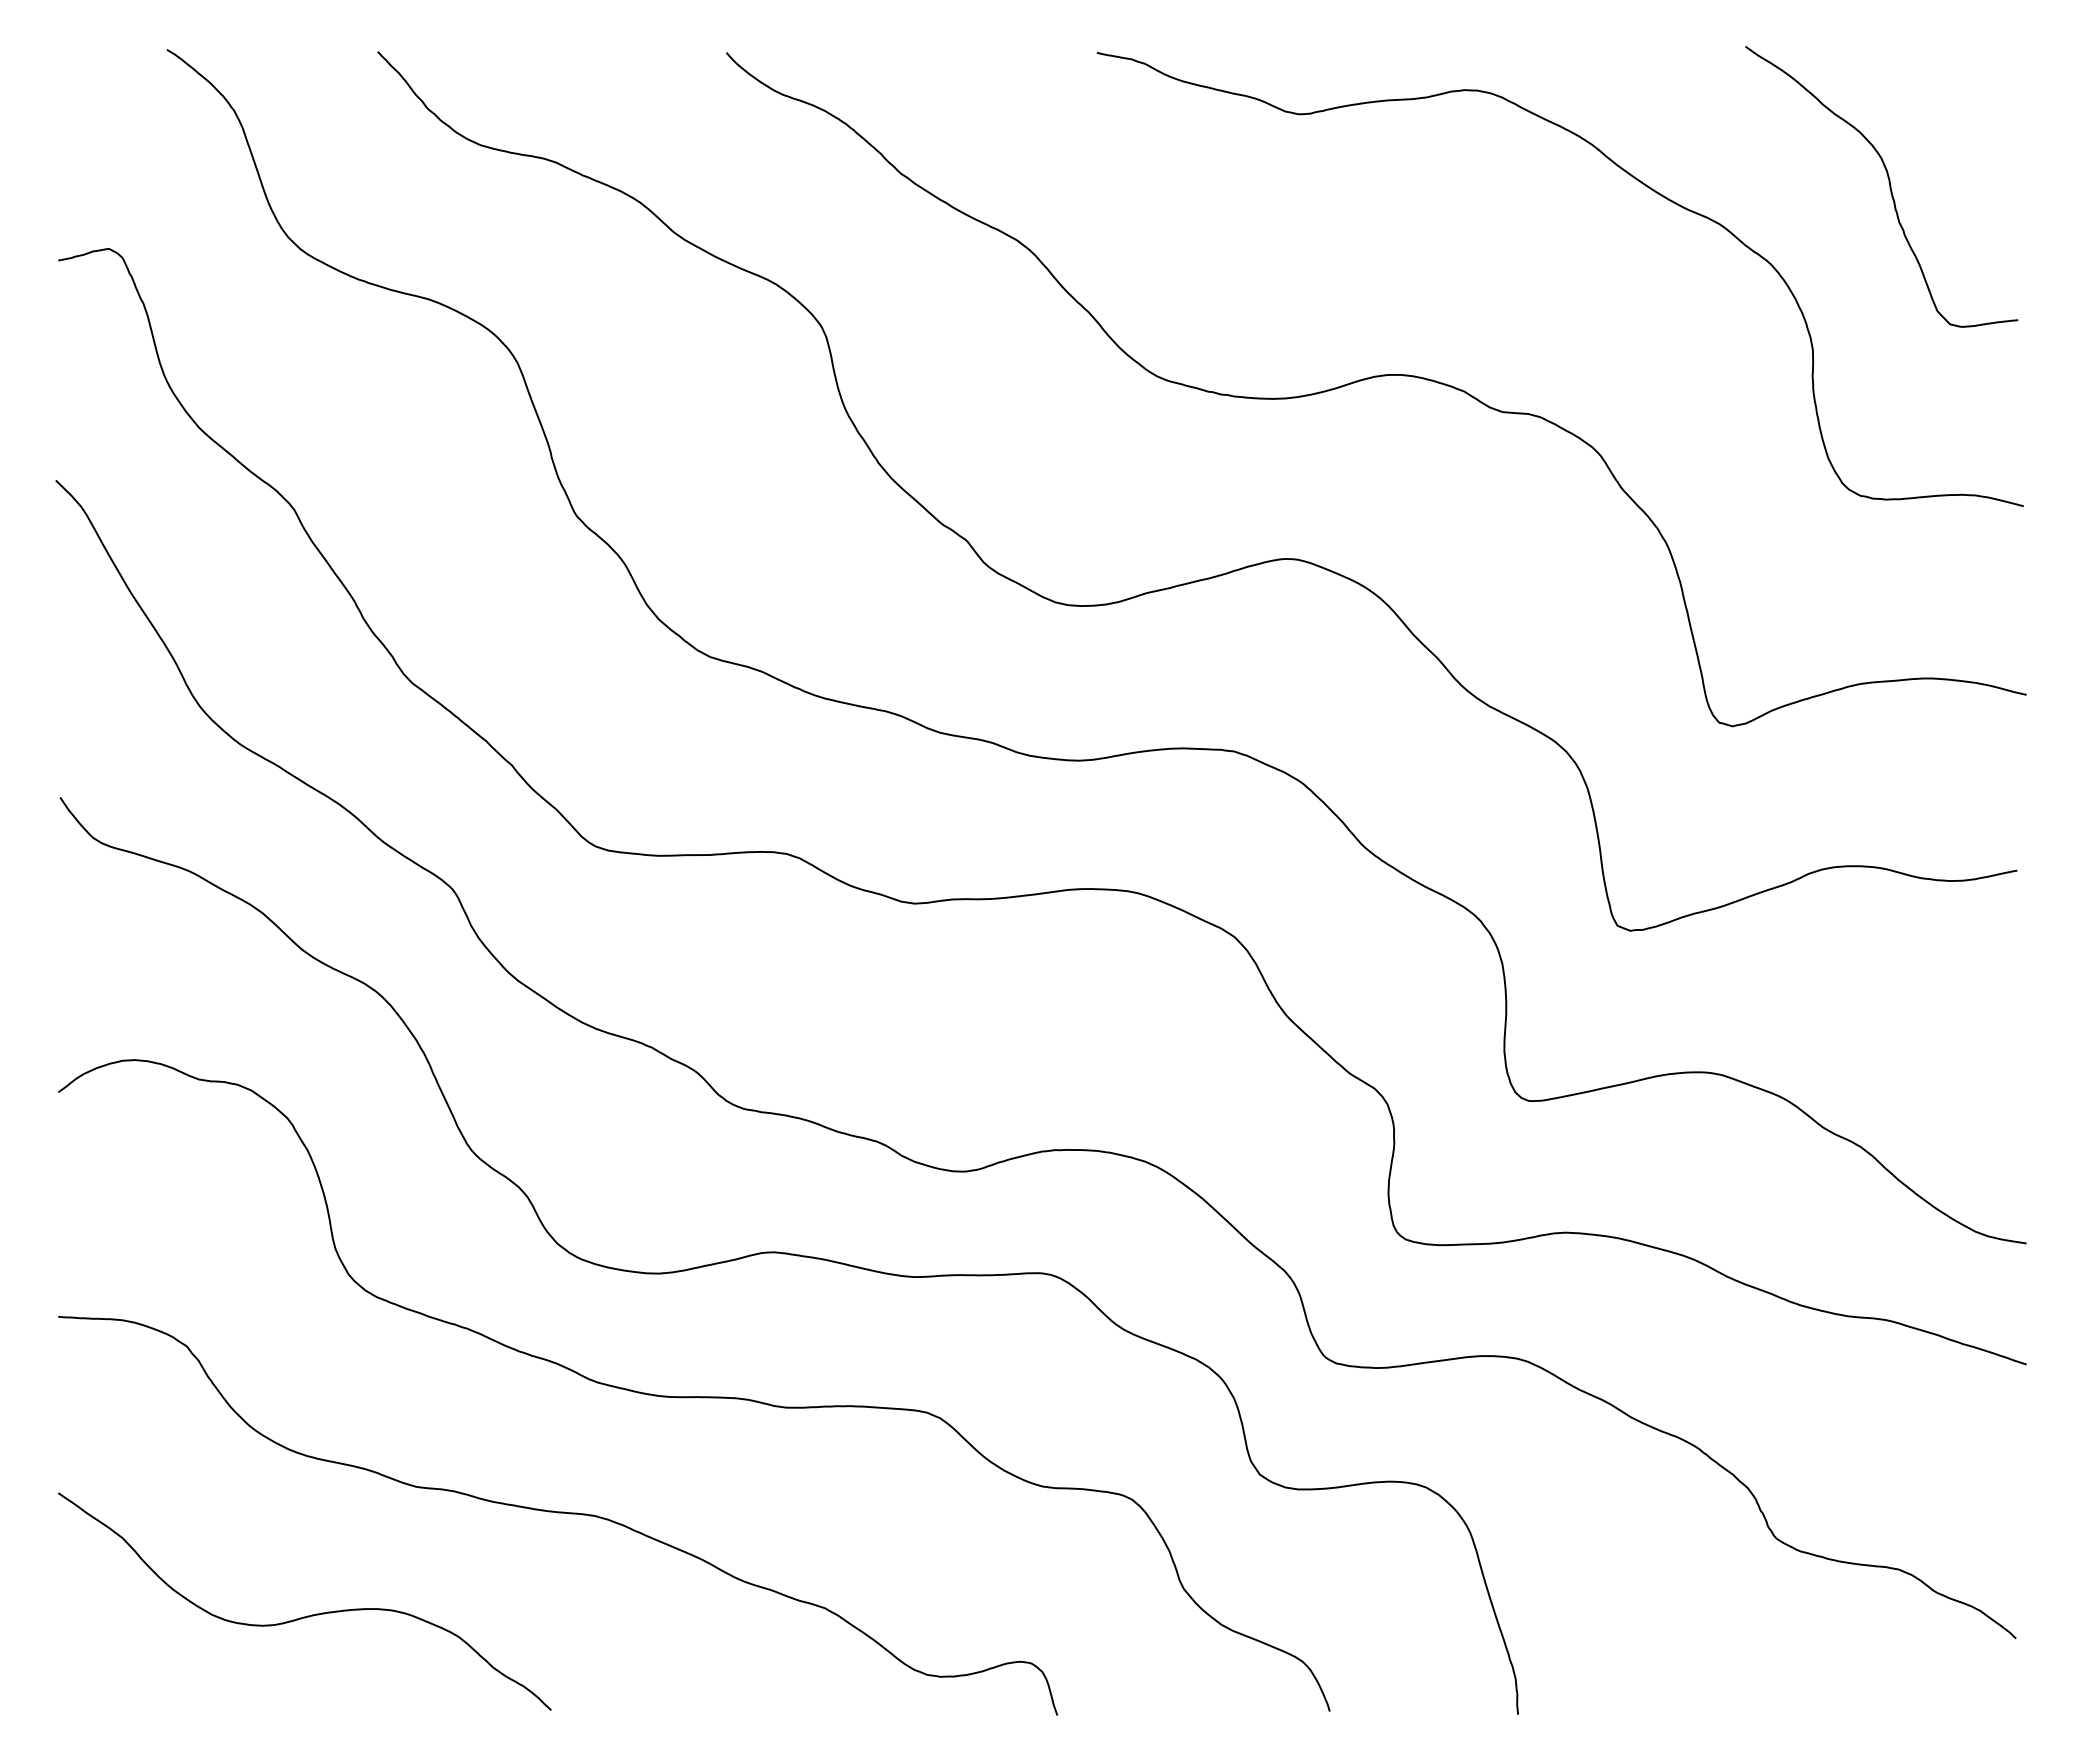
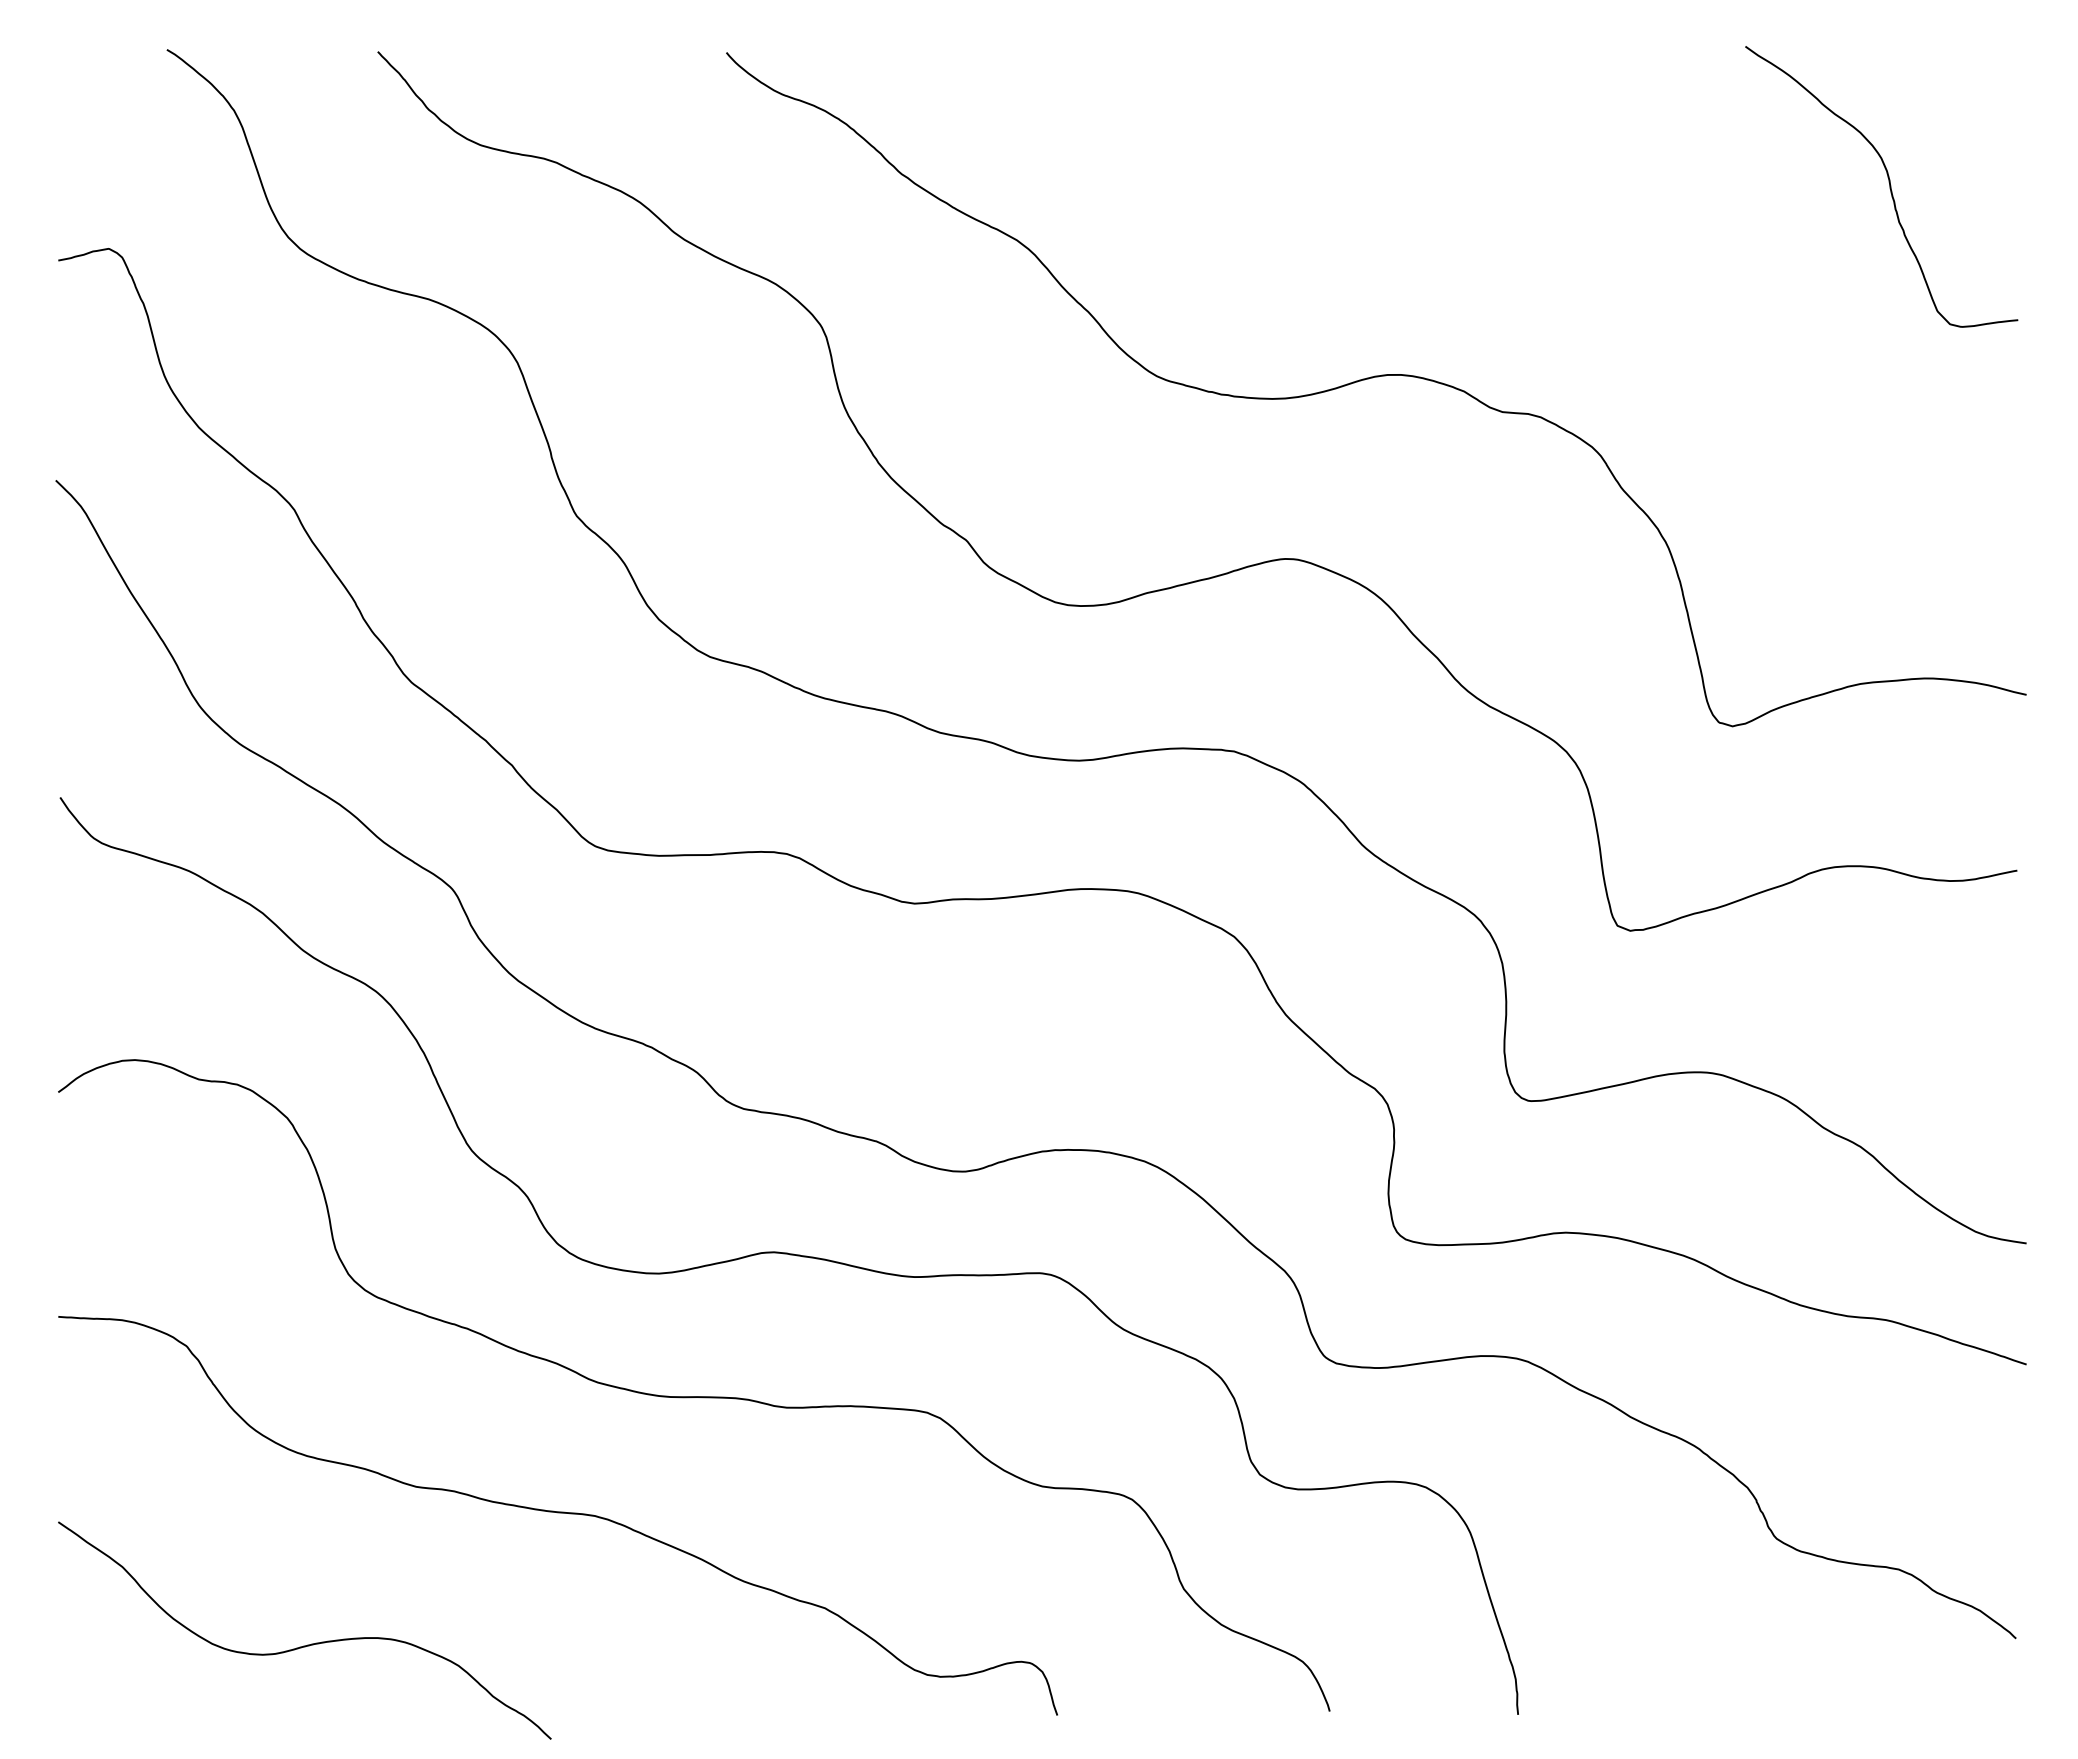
curve at (1629, 175): present -> none
curve at (307, 1615) position: (307, 1615) -> (307, 1644)
